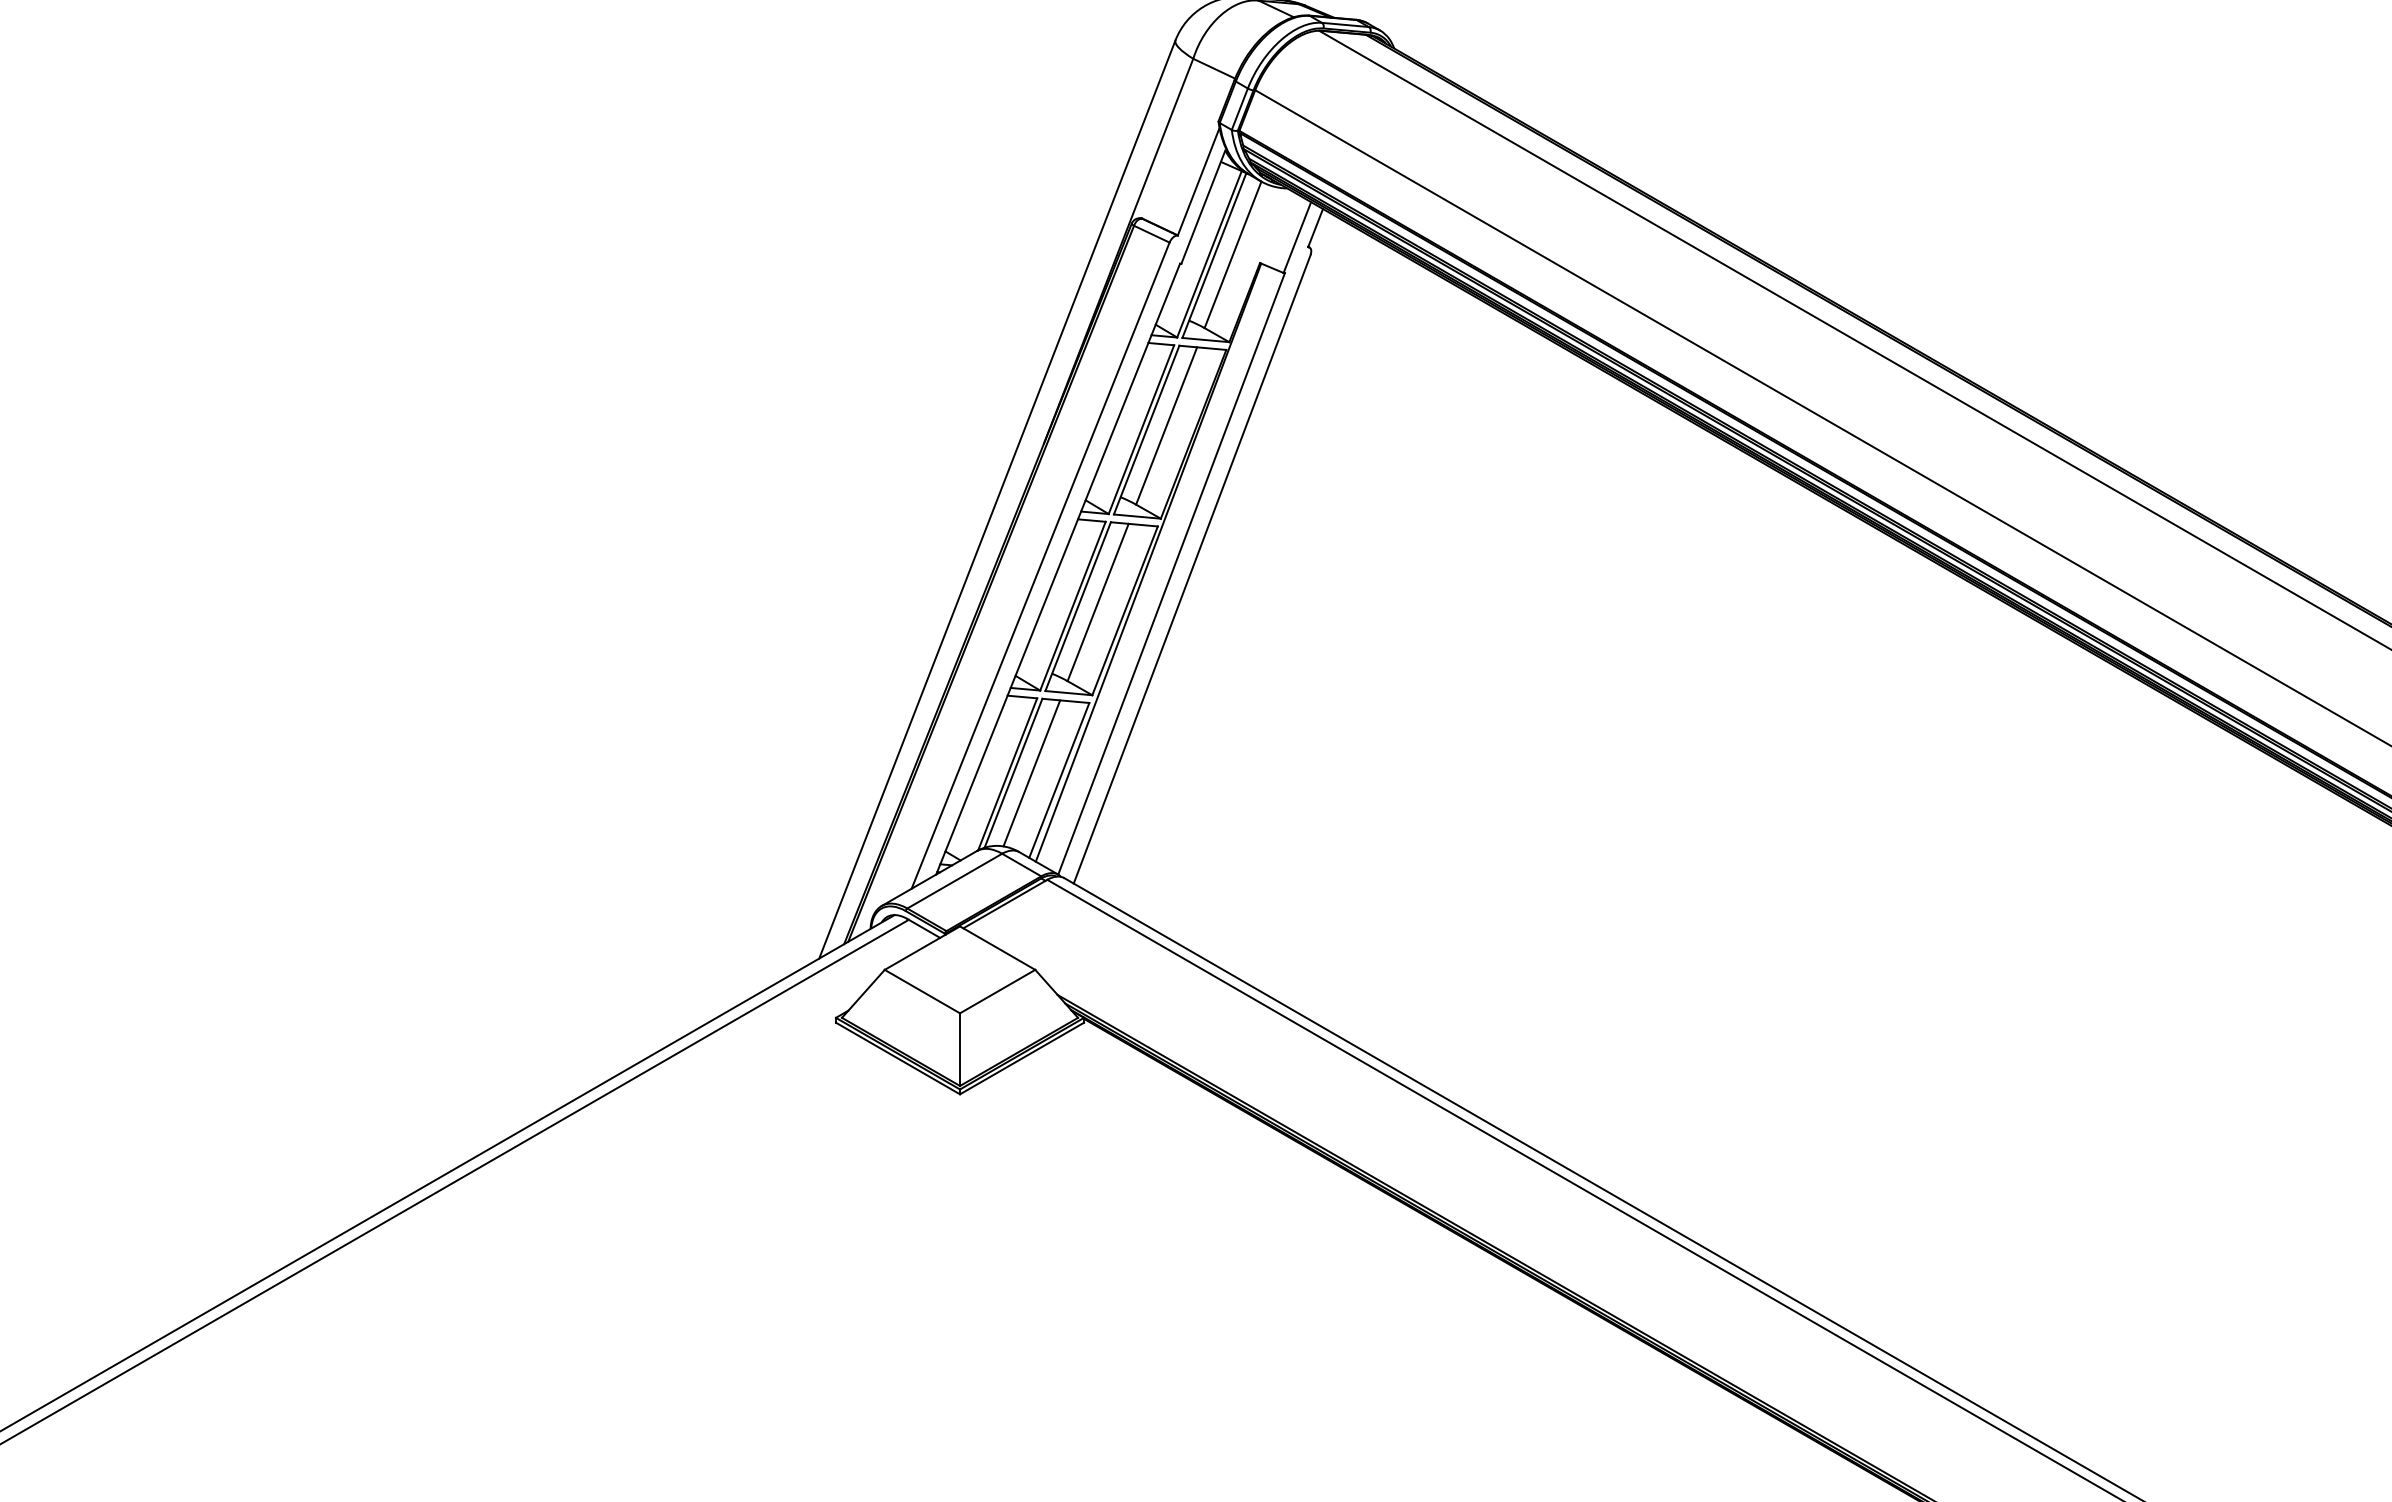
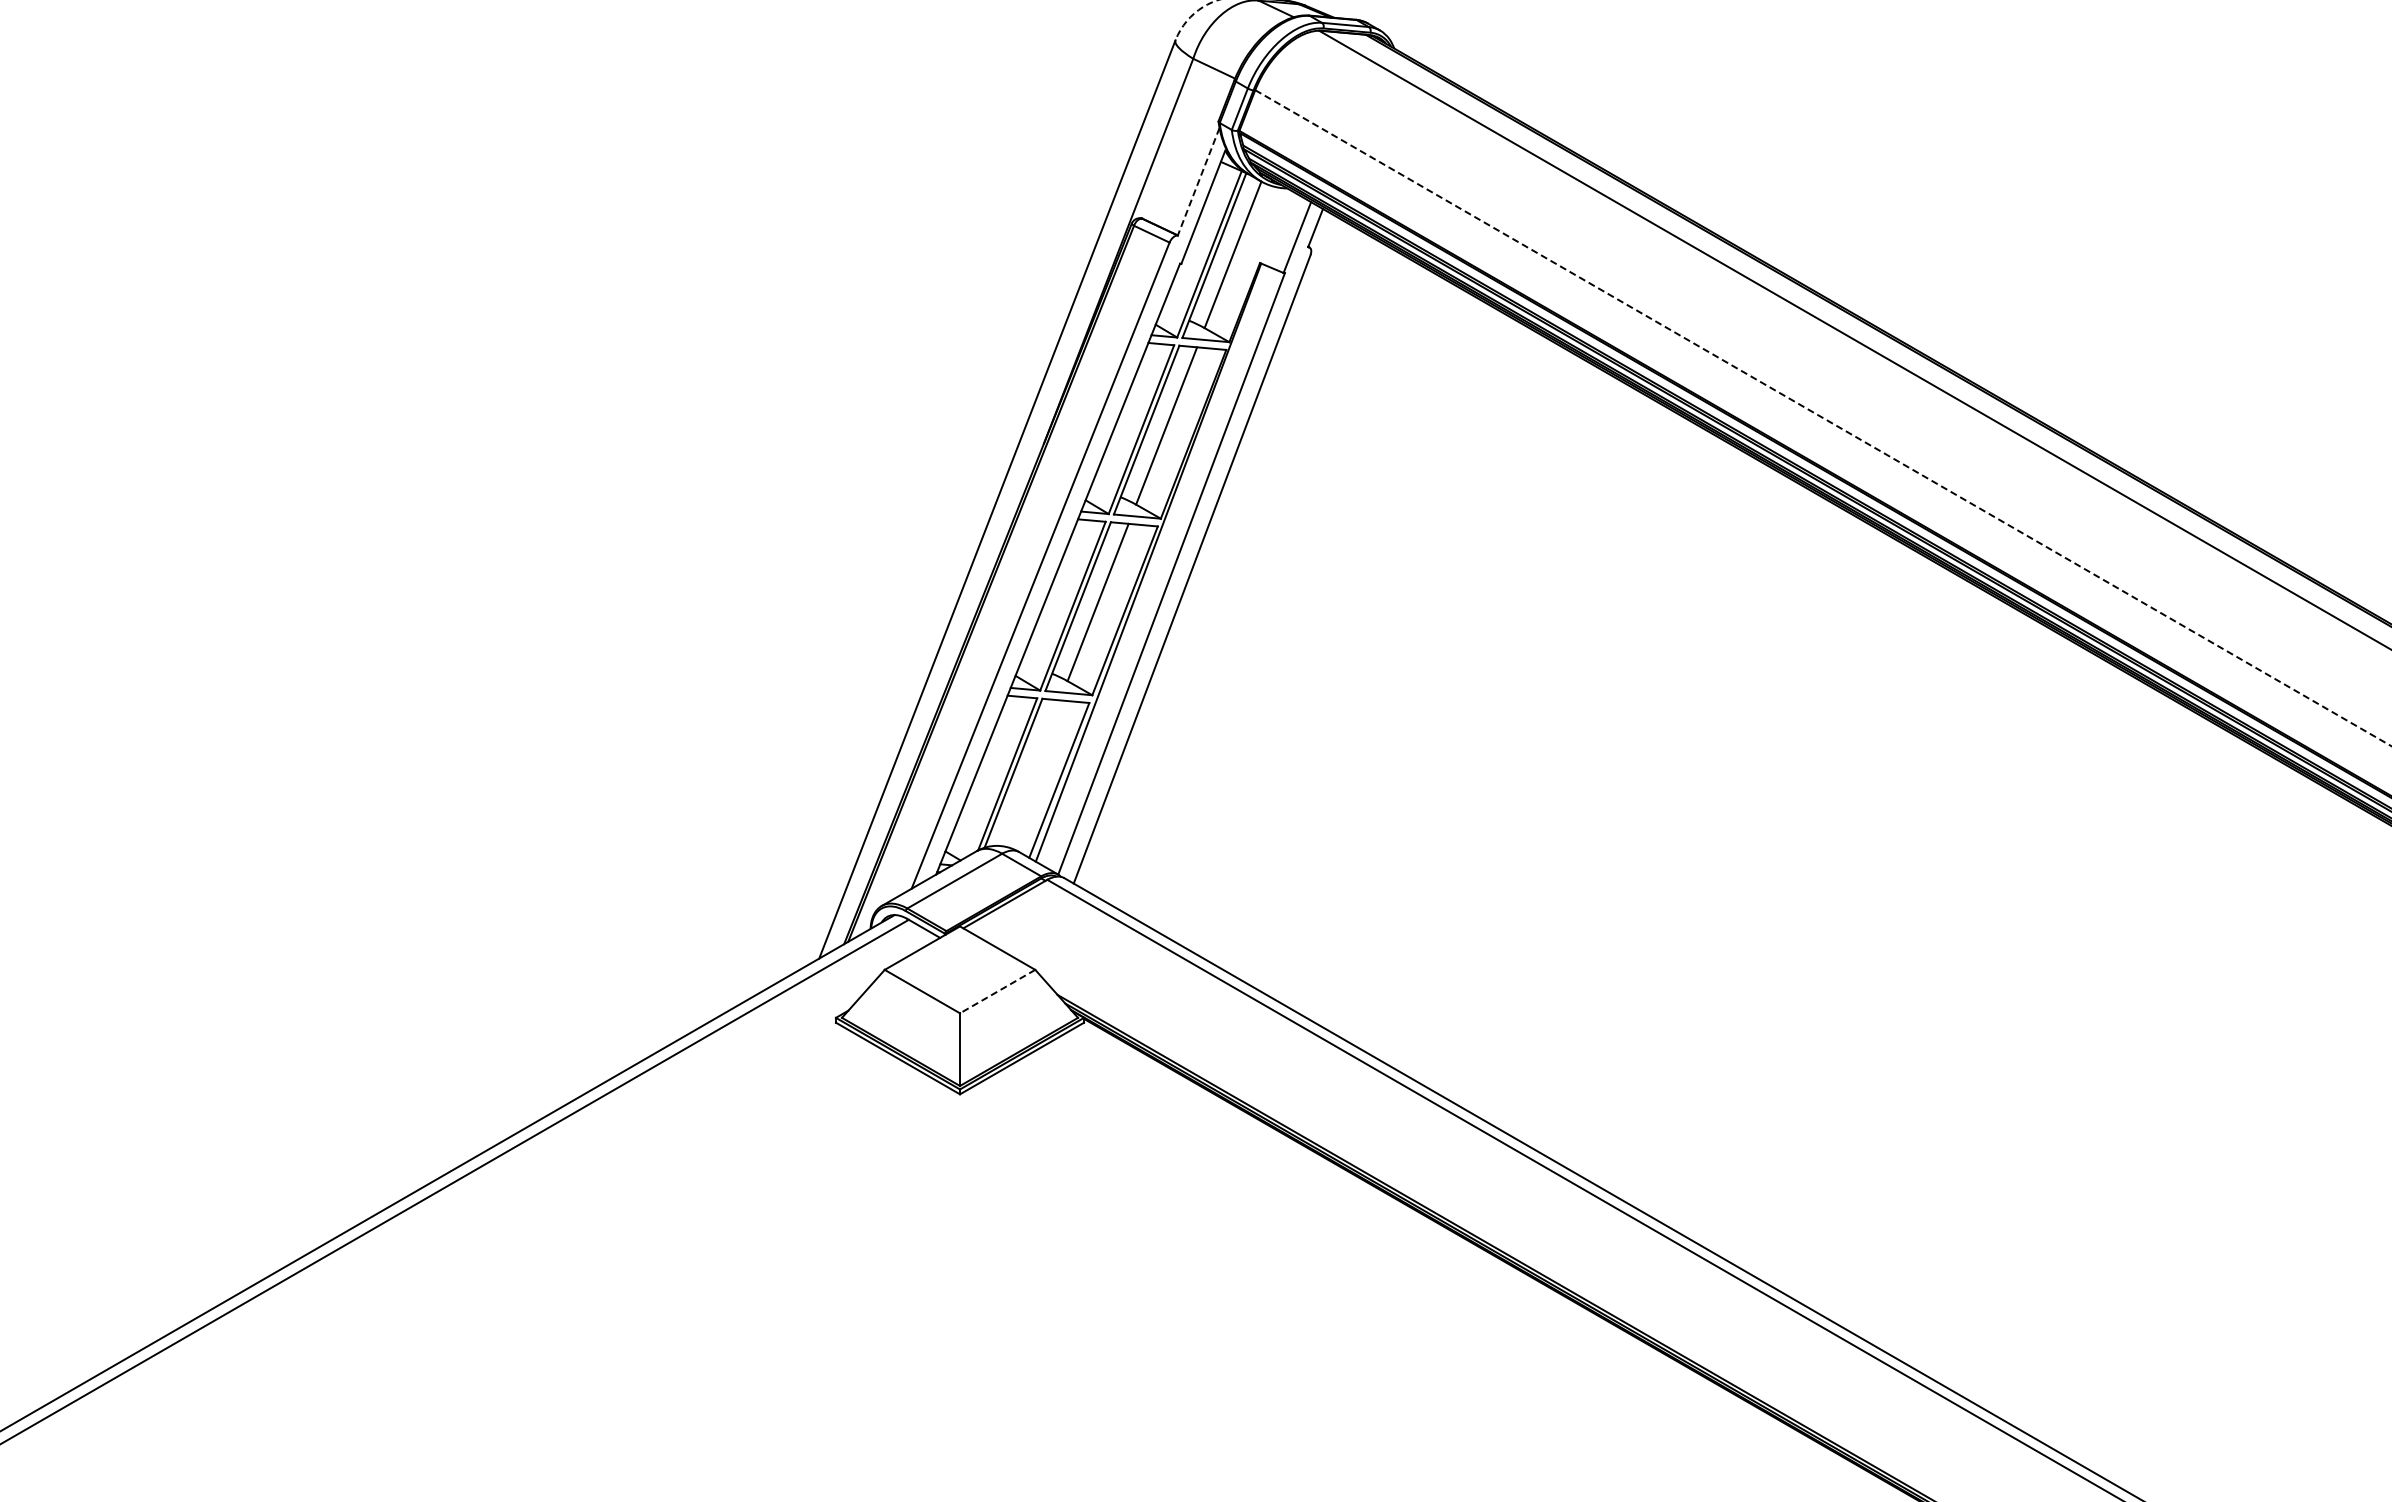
arc at (1192, 15): solid -> dashed
line at (1198, 181): solid -> dashed
line at (1824, 418): solid -> dashed
line at (1031, 773): present -> none
line at (997, 991): solid -> dashed
